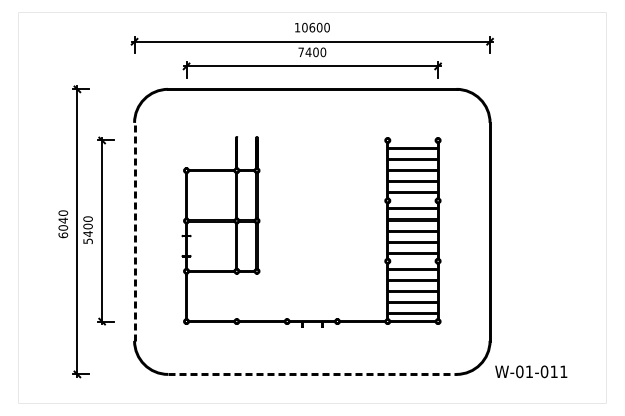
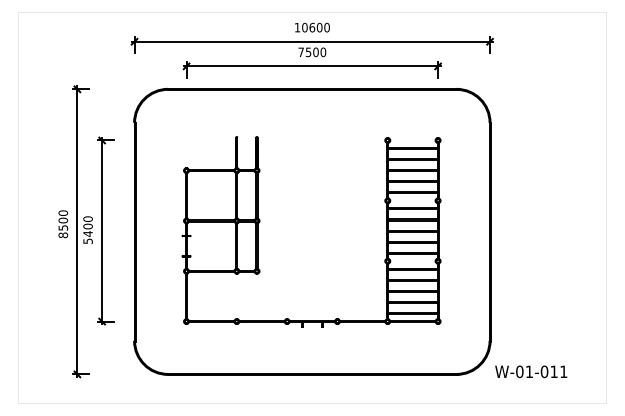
text at (308, 52): 7400 -> 7500
text at (63, 227): 6040 -> 8500
line at (134, 231): dashed -> solid
line at (312, 374): dashed -> solid
